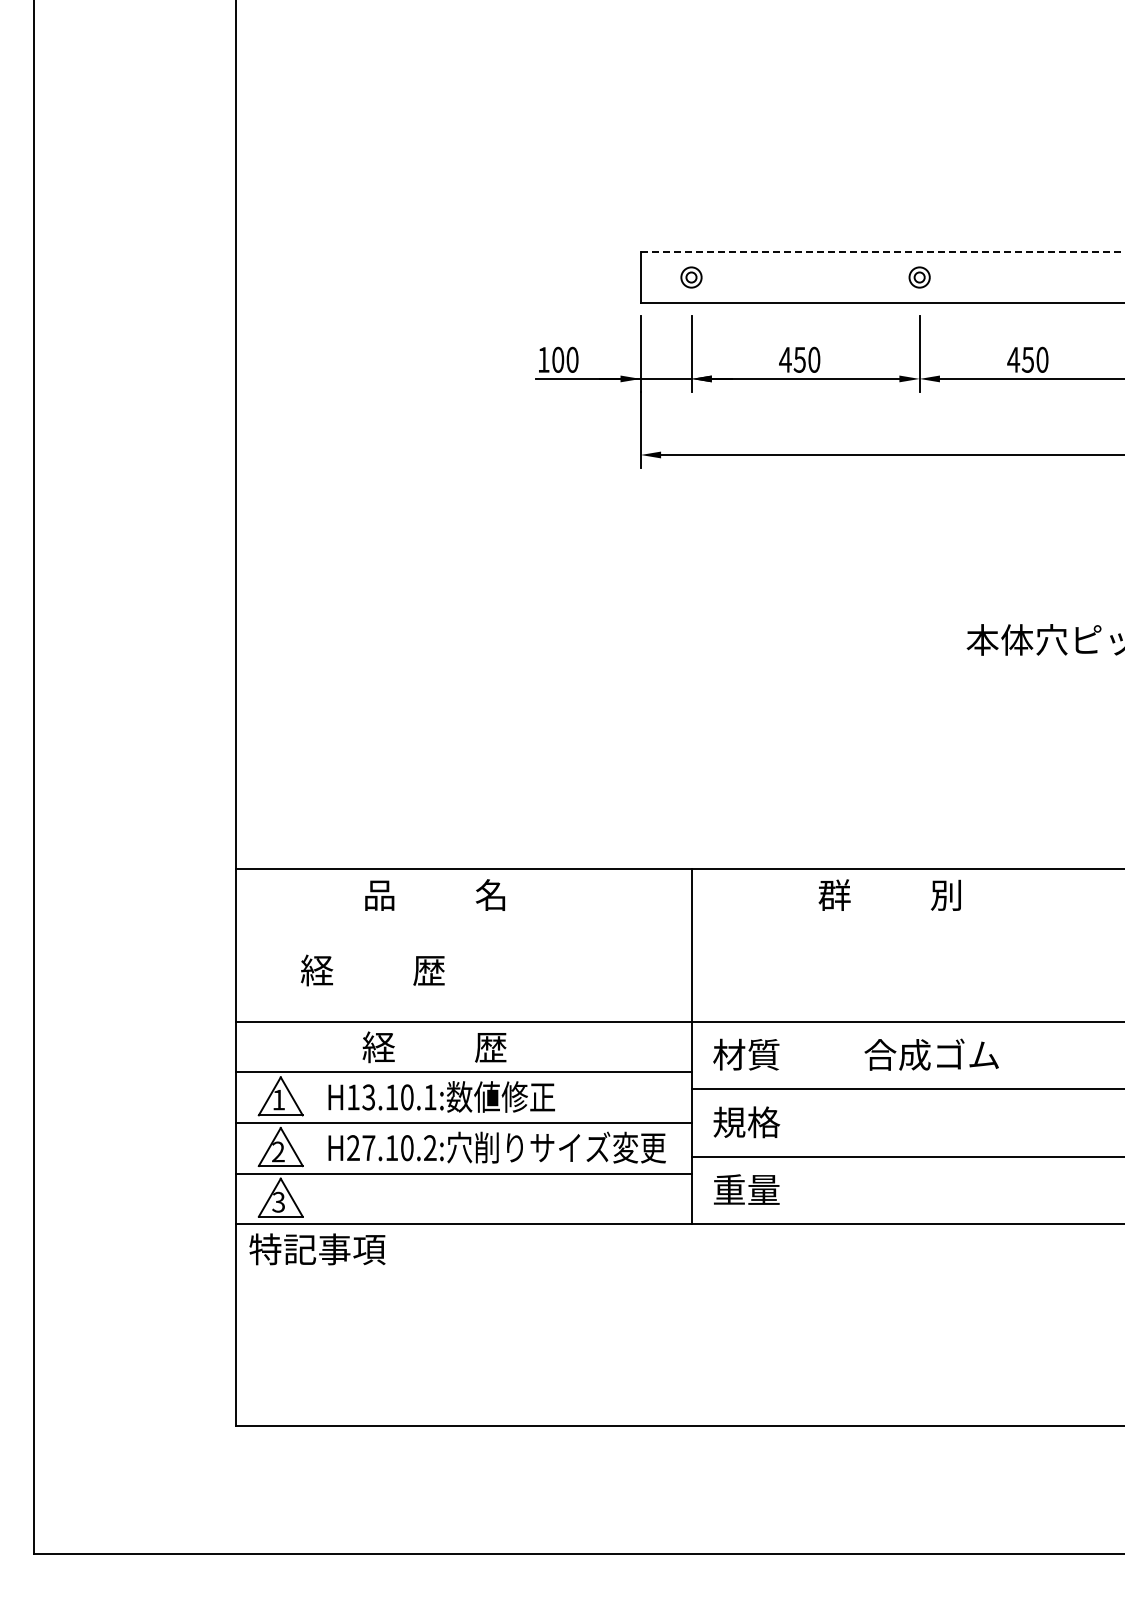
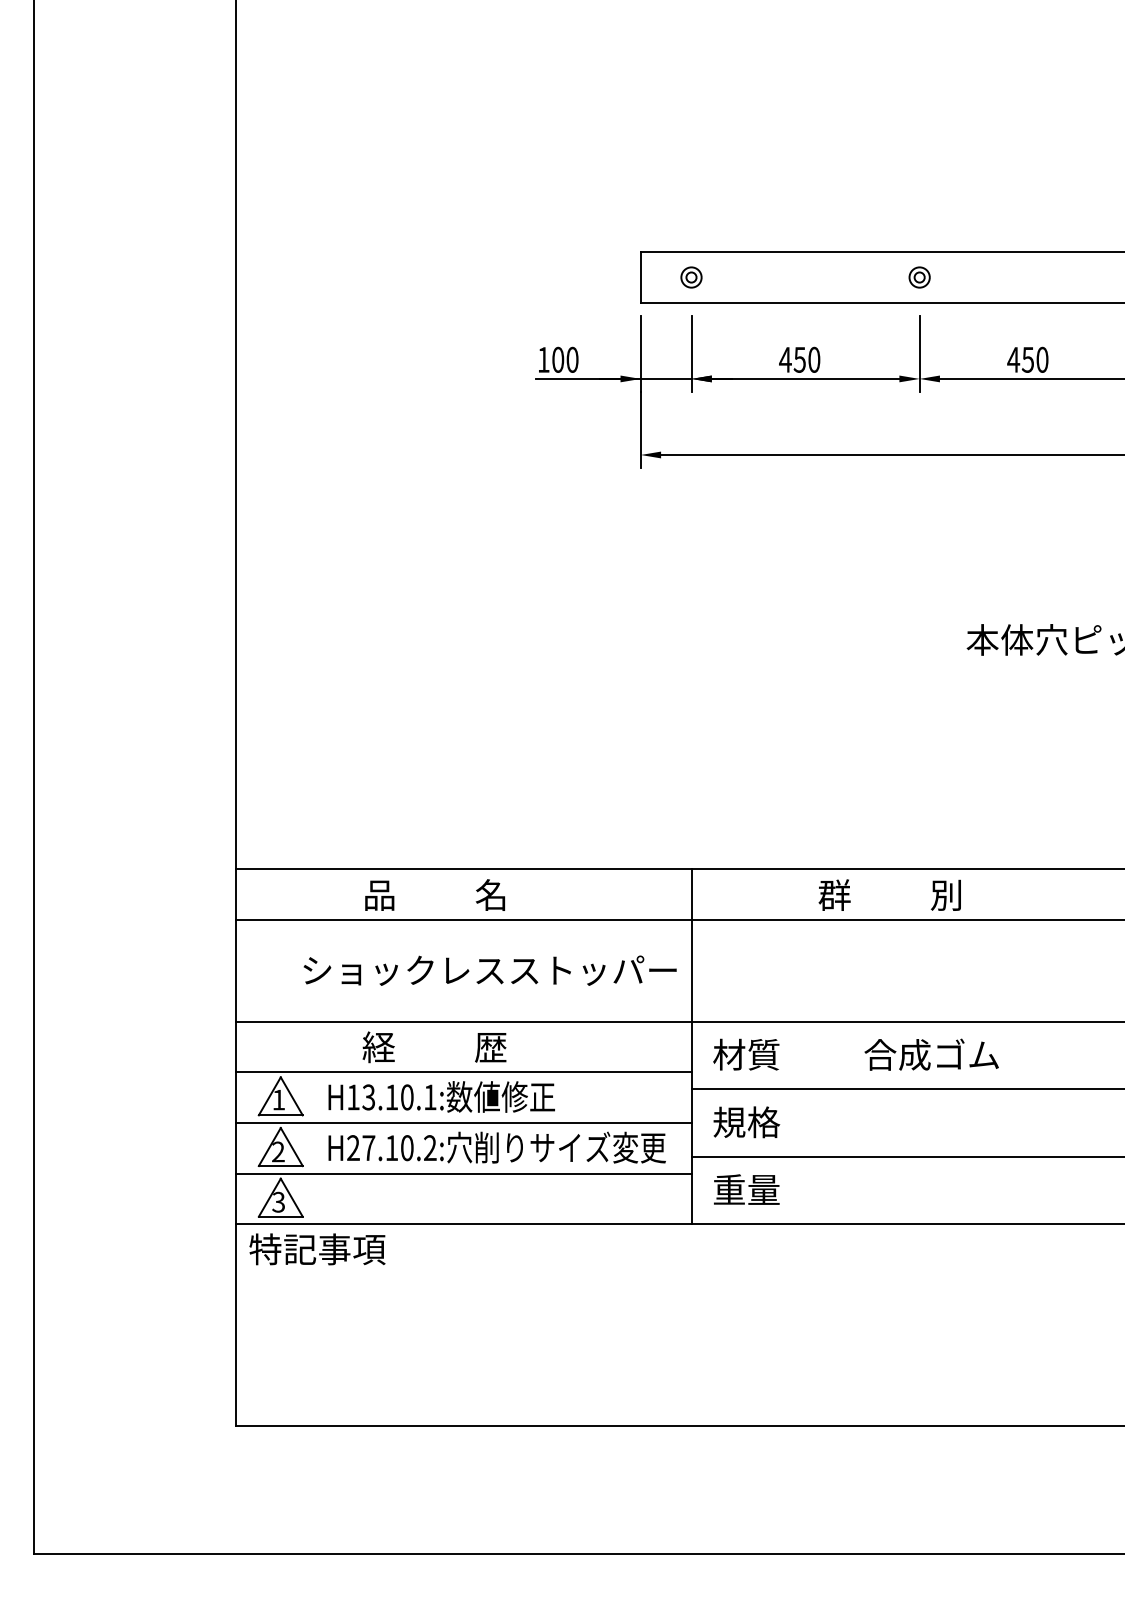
line at (882, 252): dashed -> solid
line at (678, 920): none -> present
text at (488, 970): 経          歴 -> ショックレスストッパー
